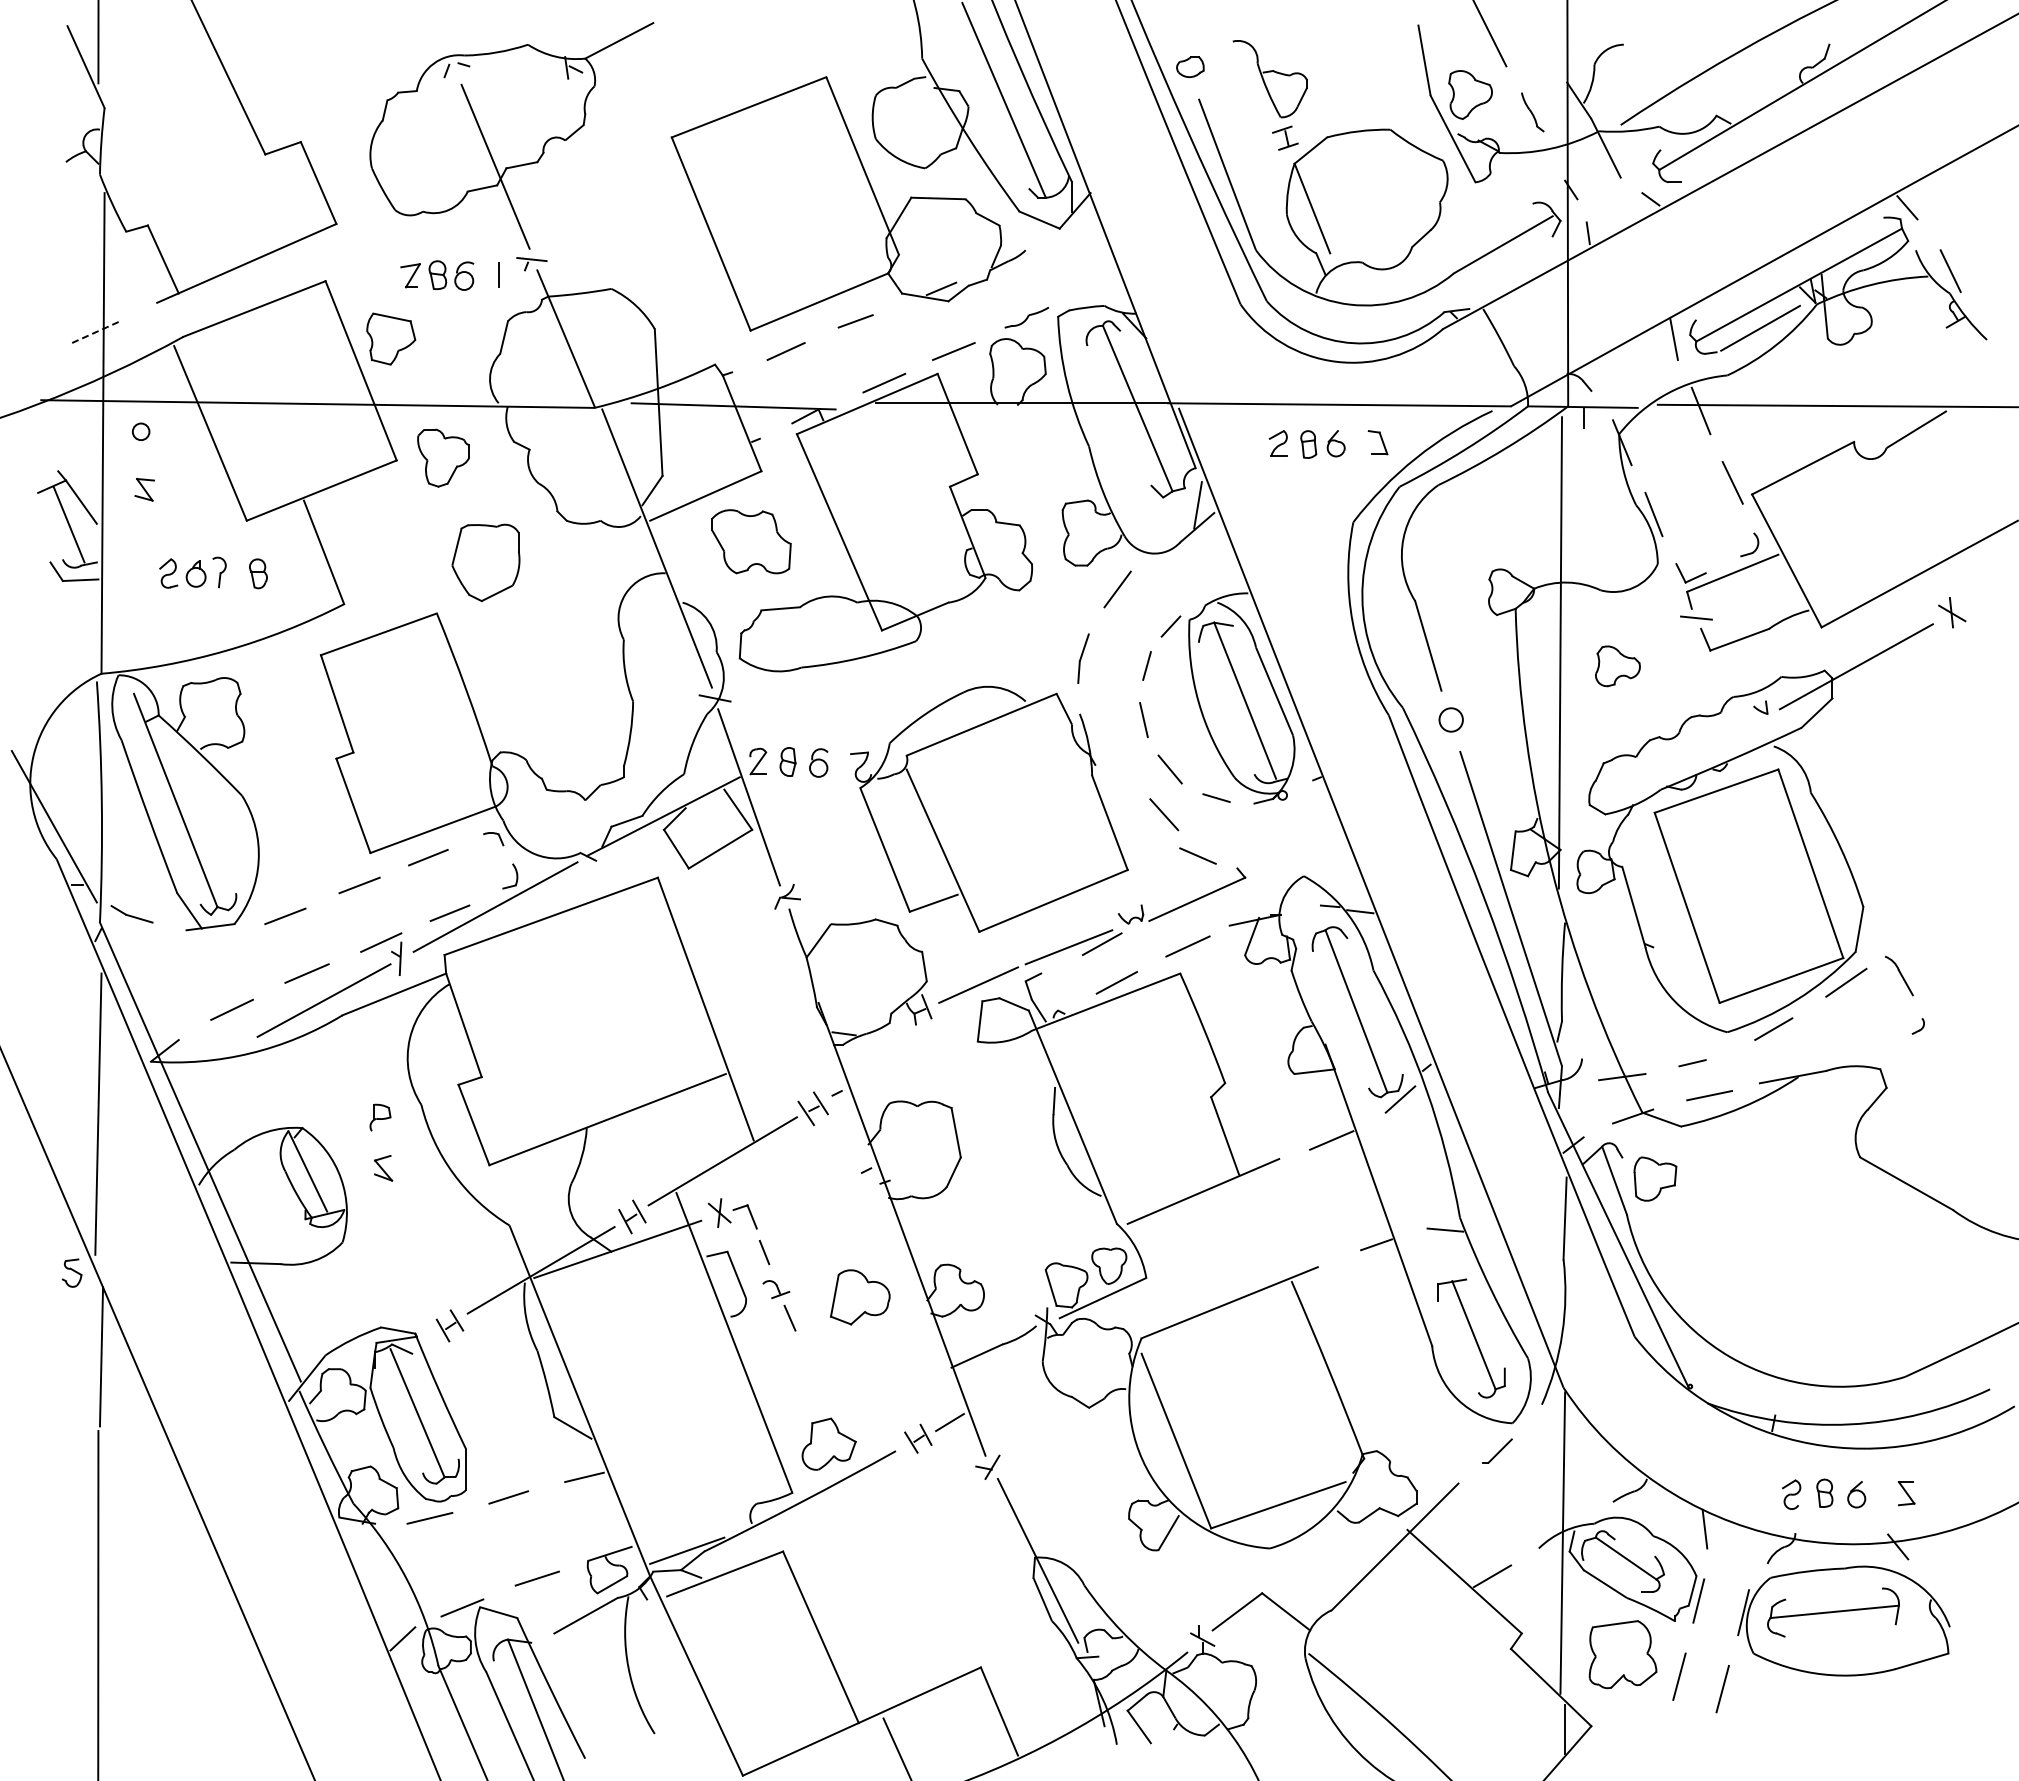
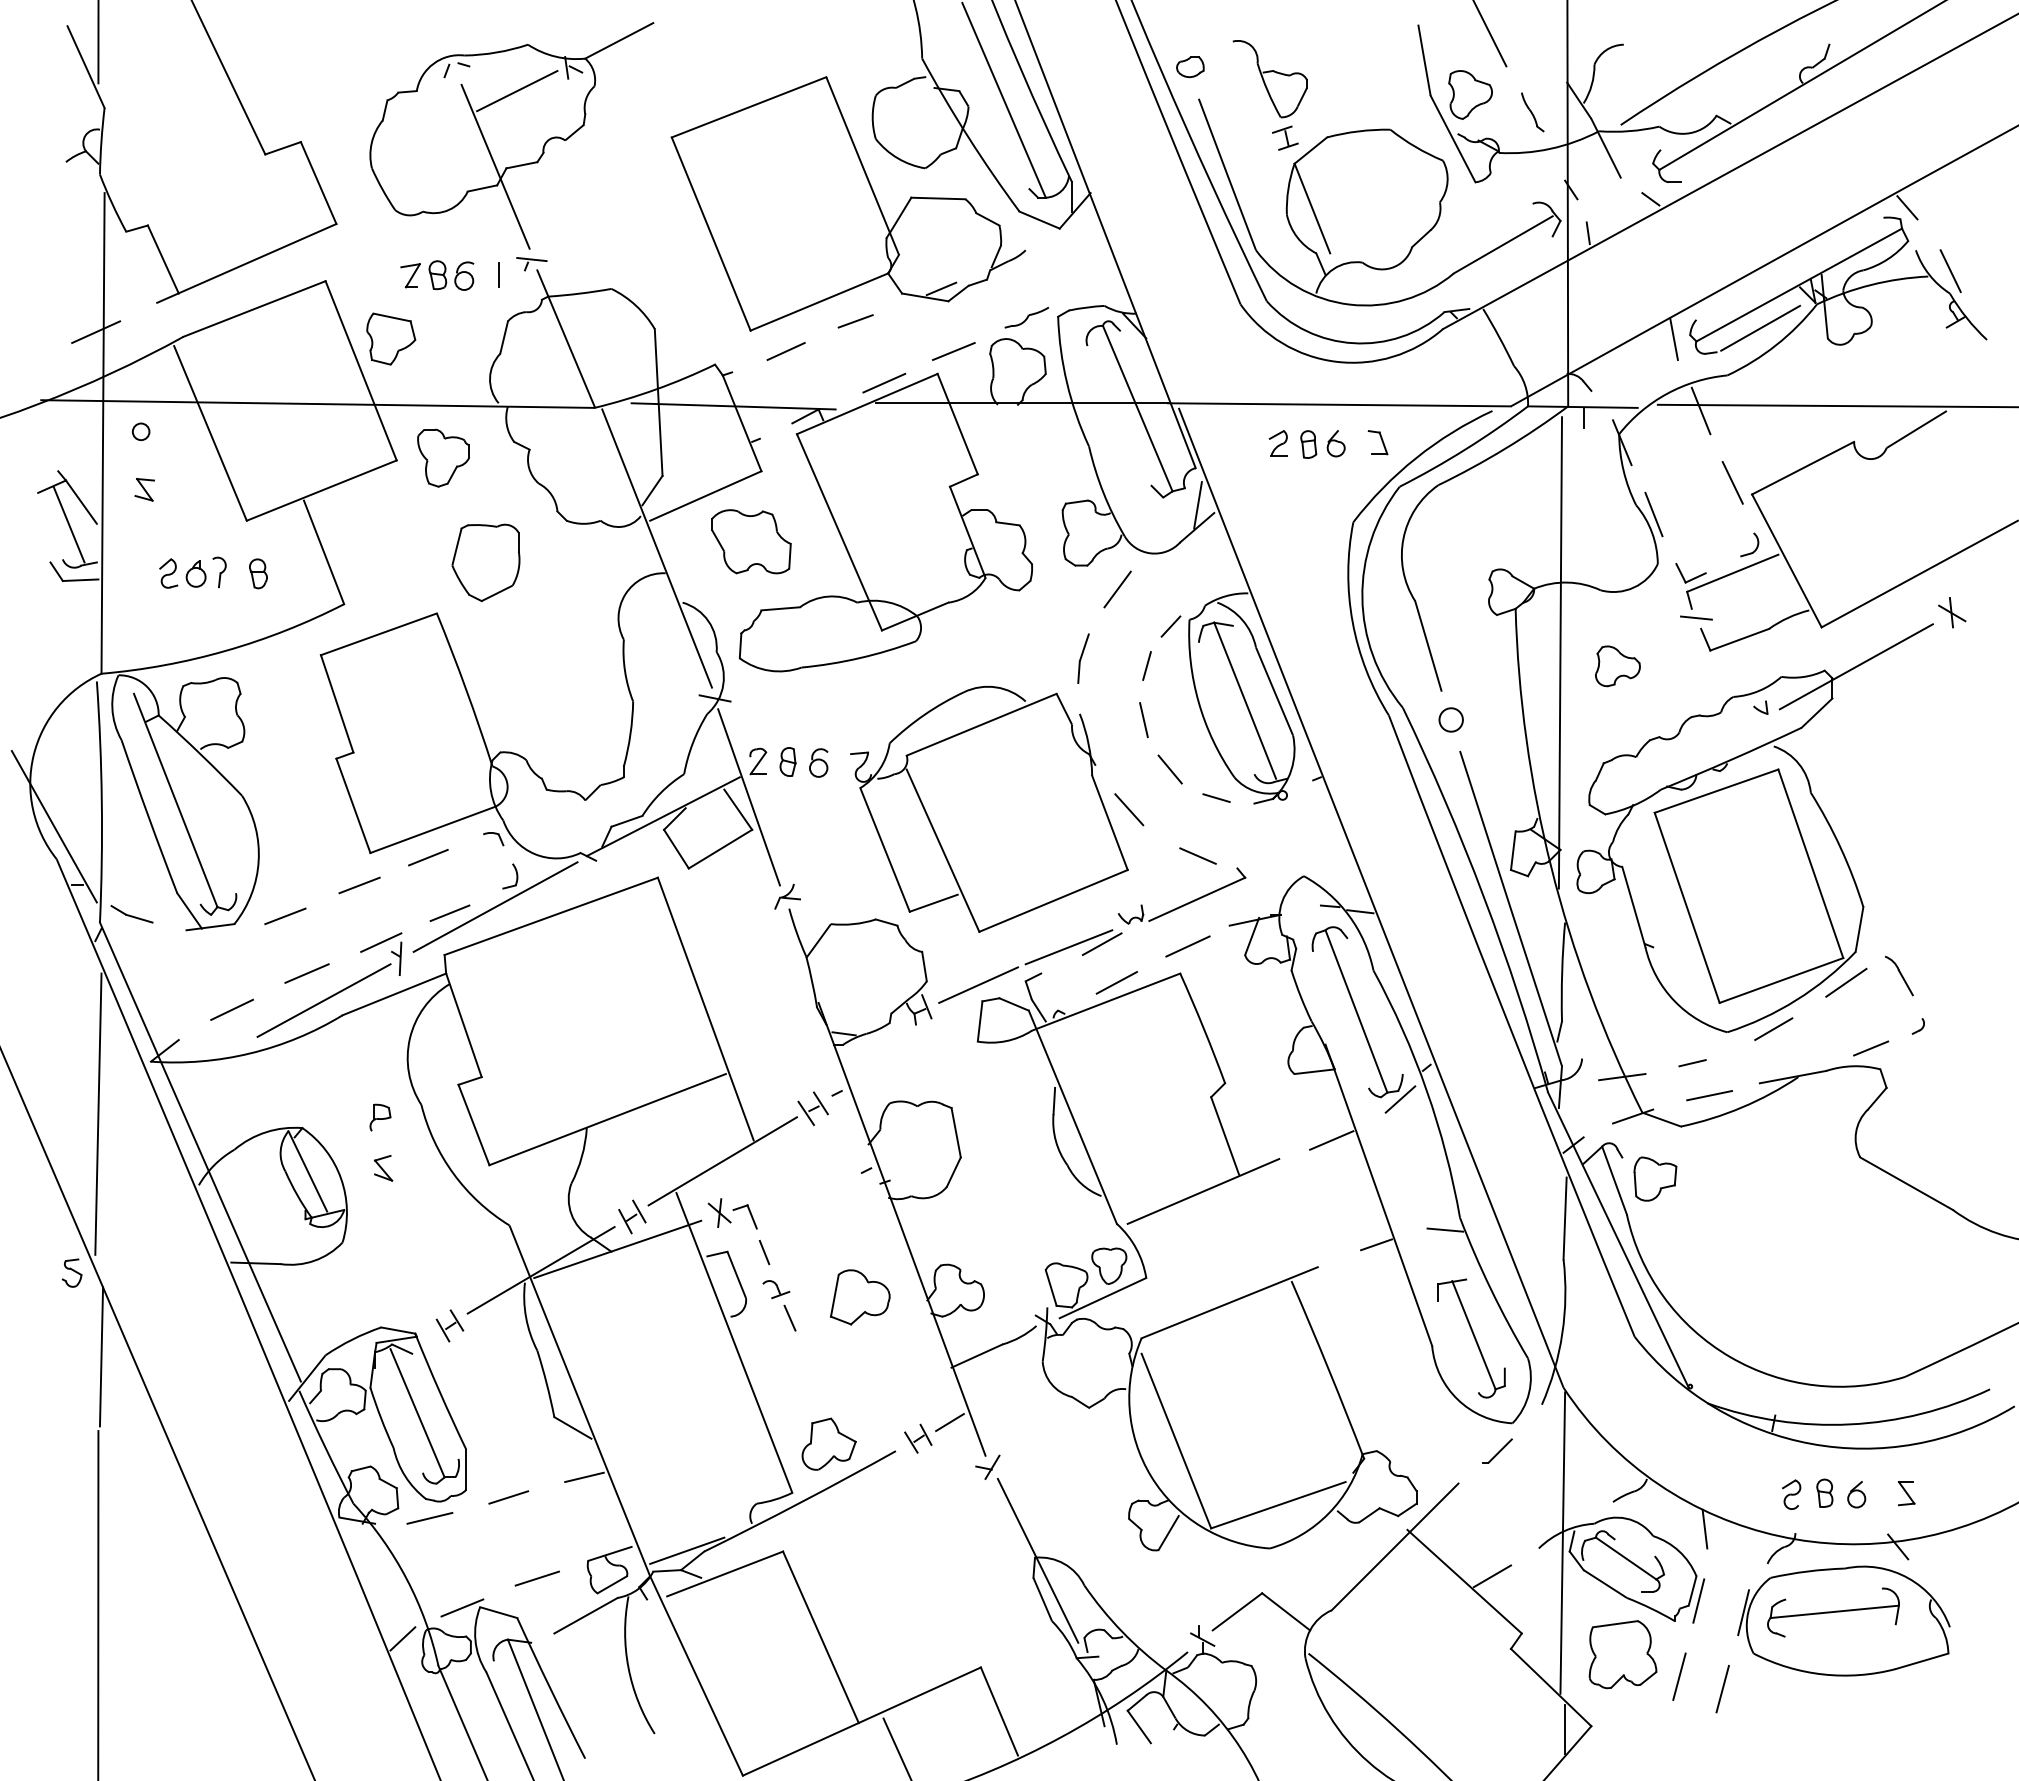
line at (517, 91): none -> present
line at (96, 331): dashed -> solid
line at (1164, 814) position: (1164, 814) -> (1129, 809)
line at (1871, 1048): none -> present
